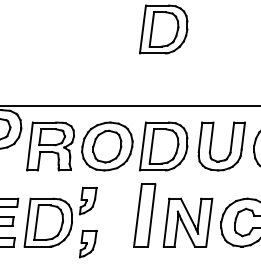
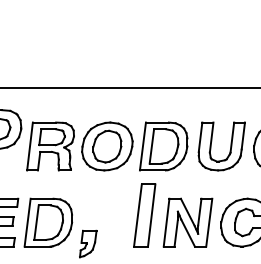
part at (163, 29): present -> none
line at (129, 106) position: (129, 106) -> (129, 88)
part at (88, 200): present -> none
